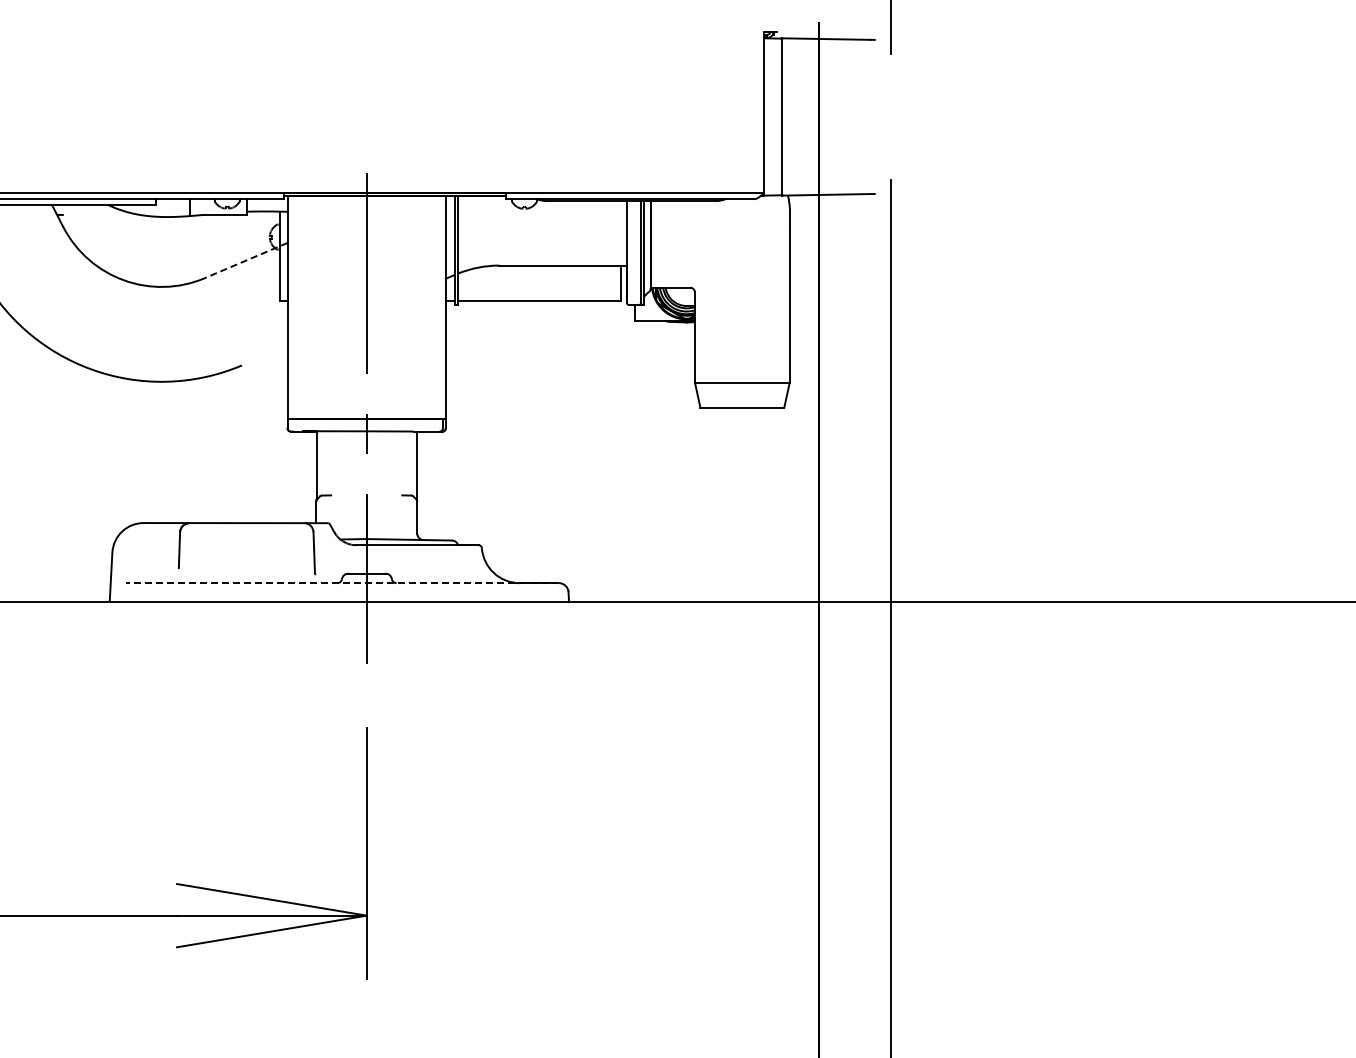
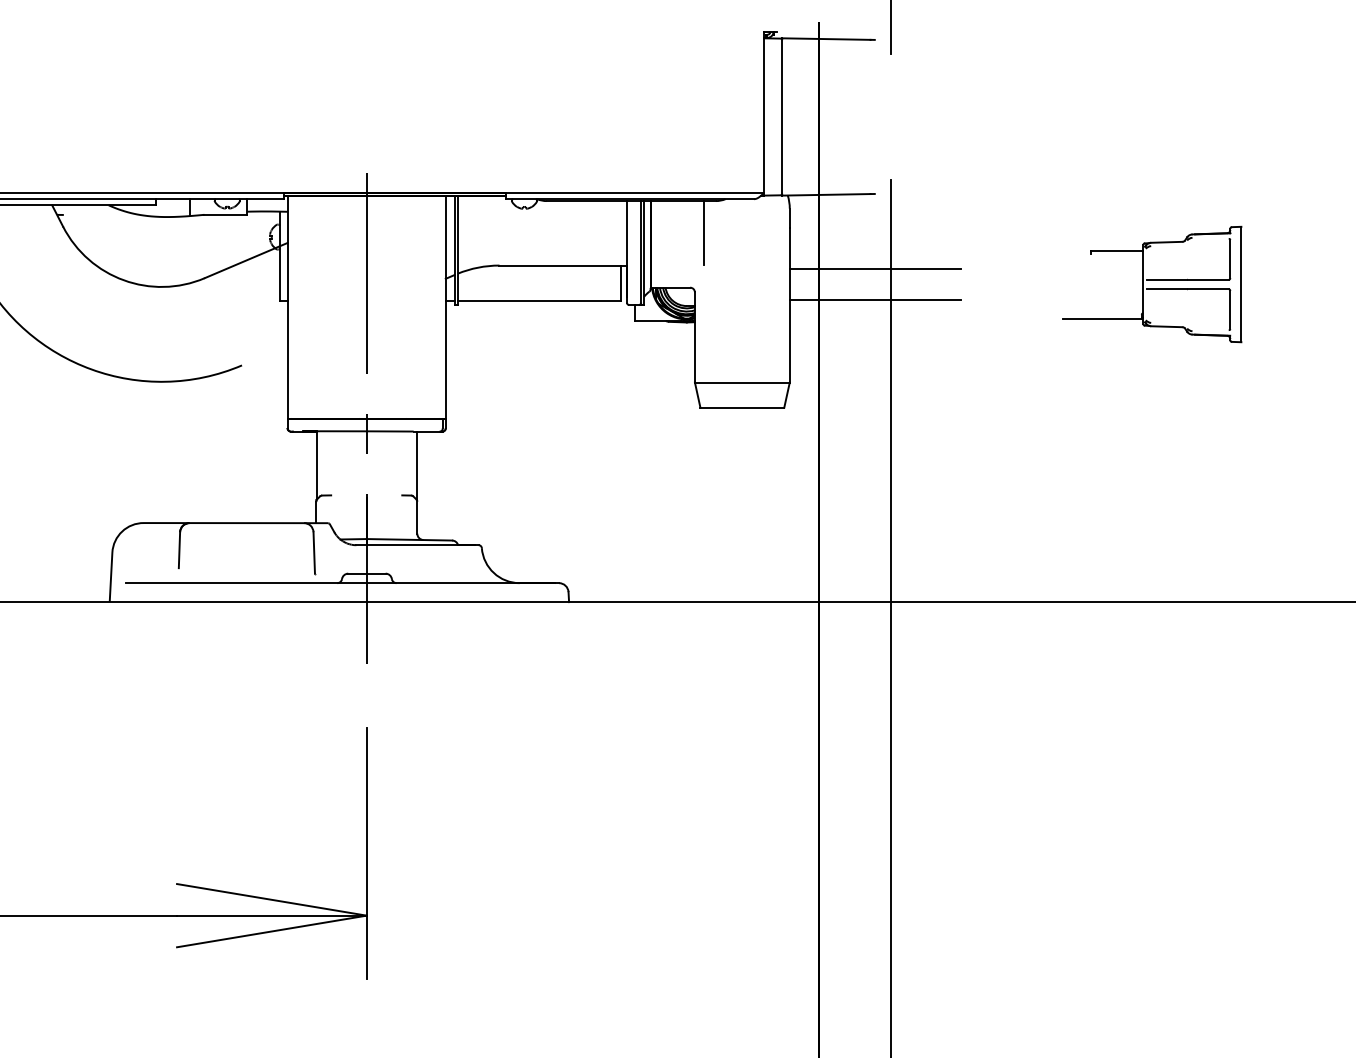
line at (704, 232): none -> present
line at (246, 260): dashed -> solid
line at (875, 268): none -> present
part at (1152, 284): none -> present
line at (875, 300): none -> present
line at (342, 583): dashed -> solid
